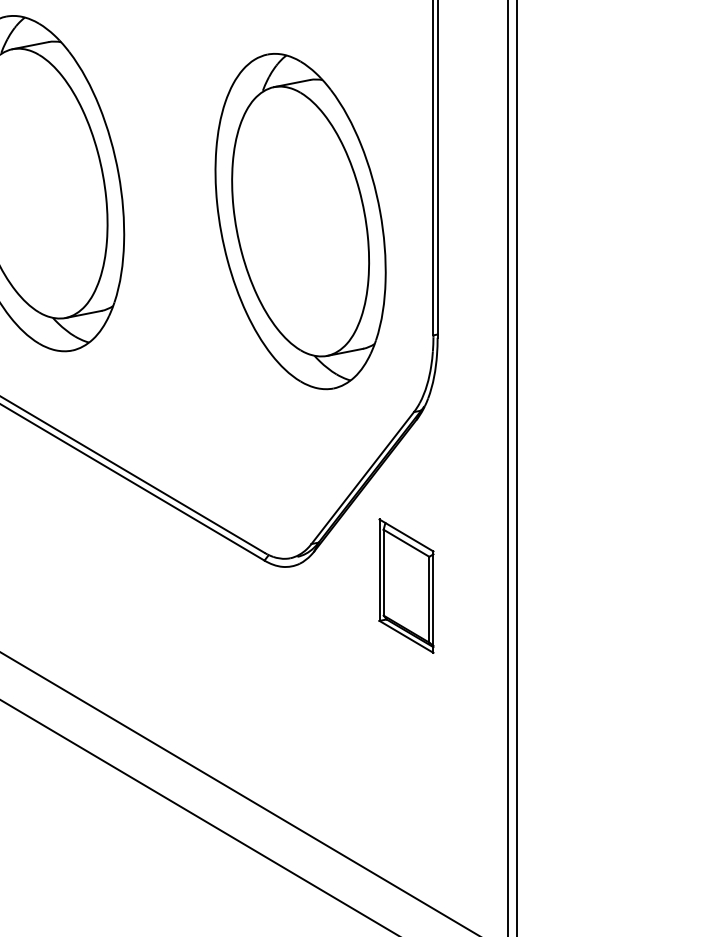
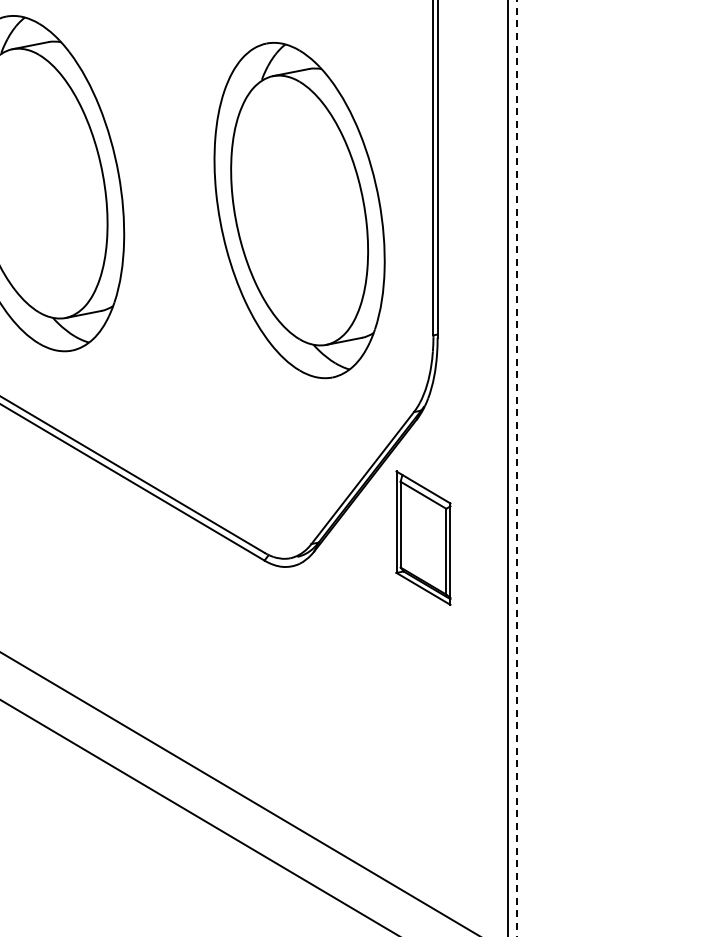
part at (300, 221) position: (300, 221) -> (299, 210)
line at (516, 468): solid -> dashed
part at (406, 585) position: (406, 585) -> (423, 537)
